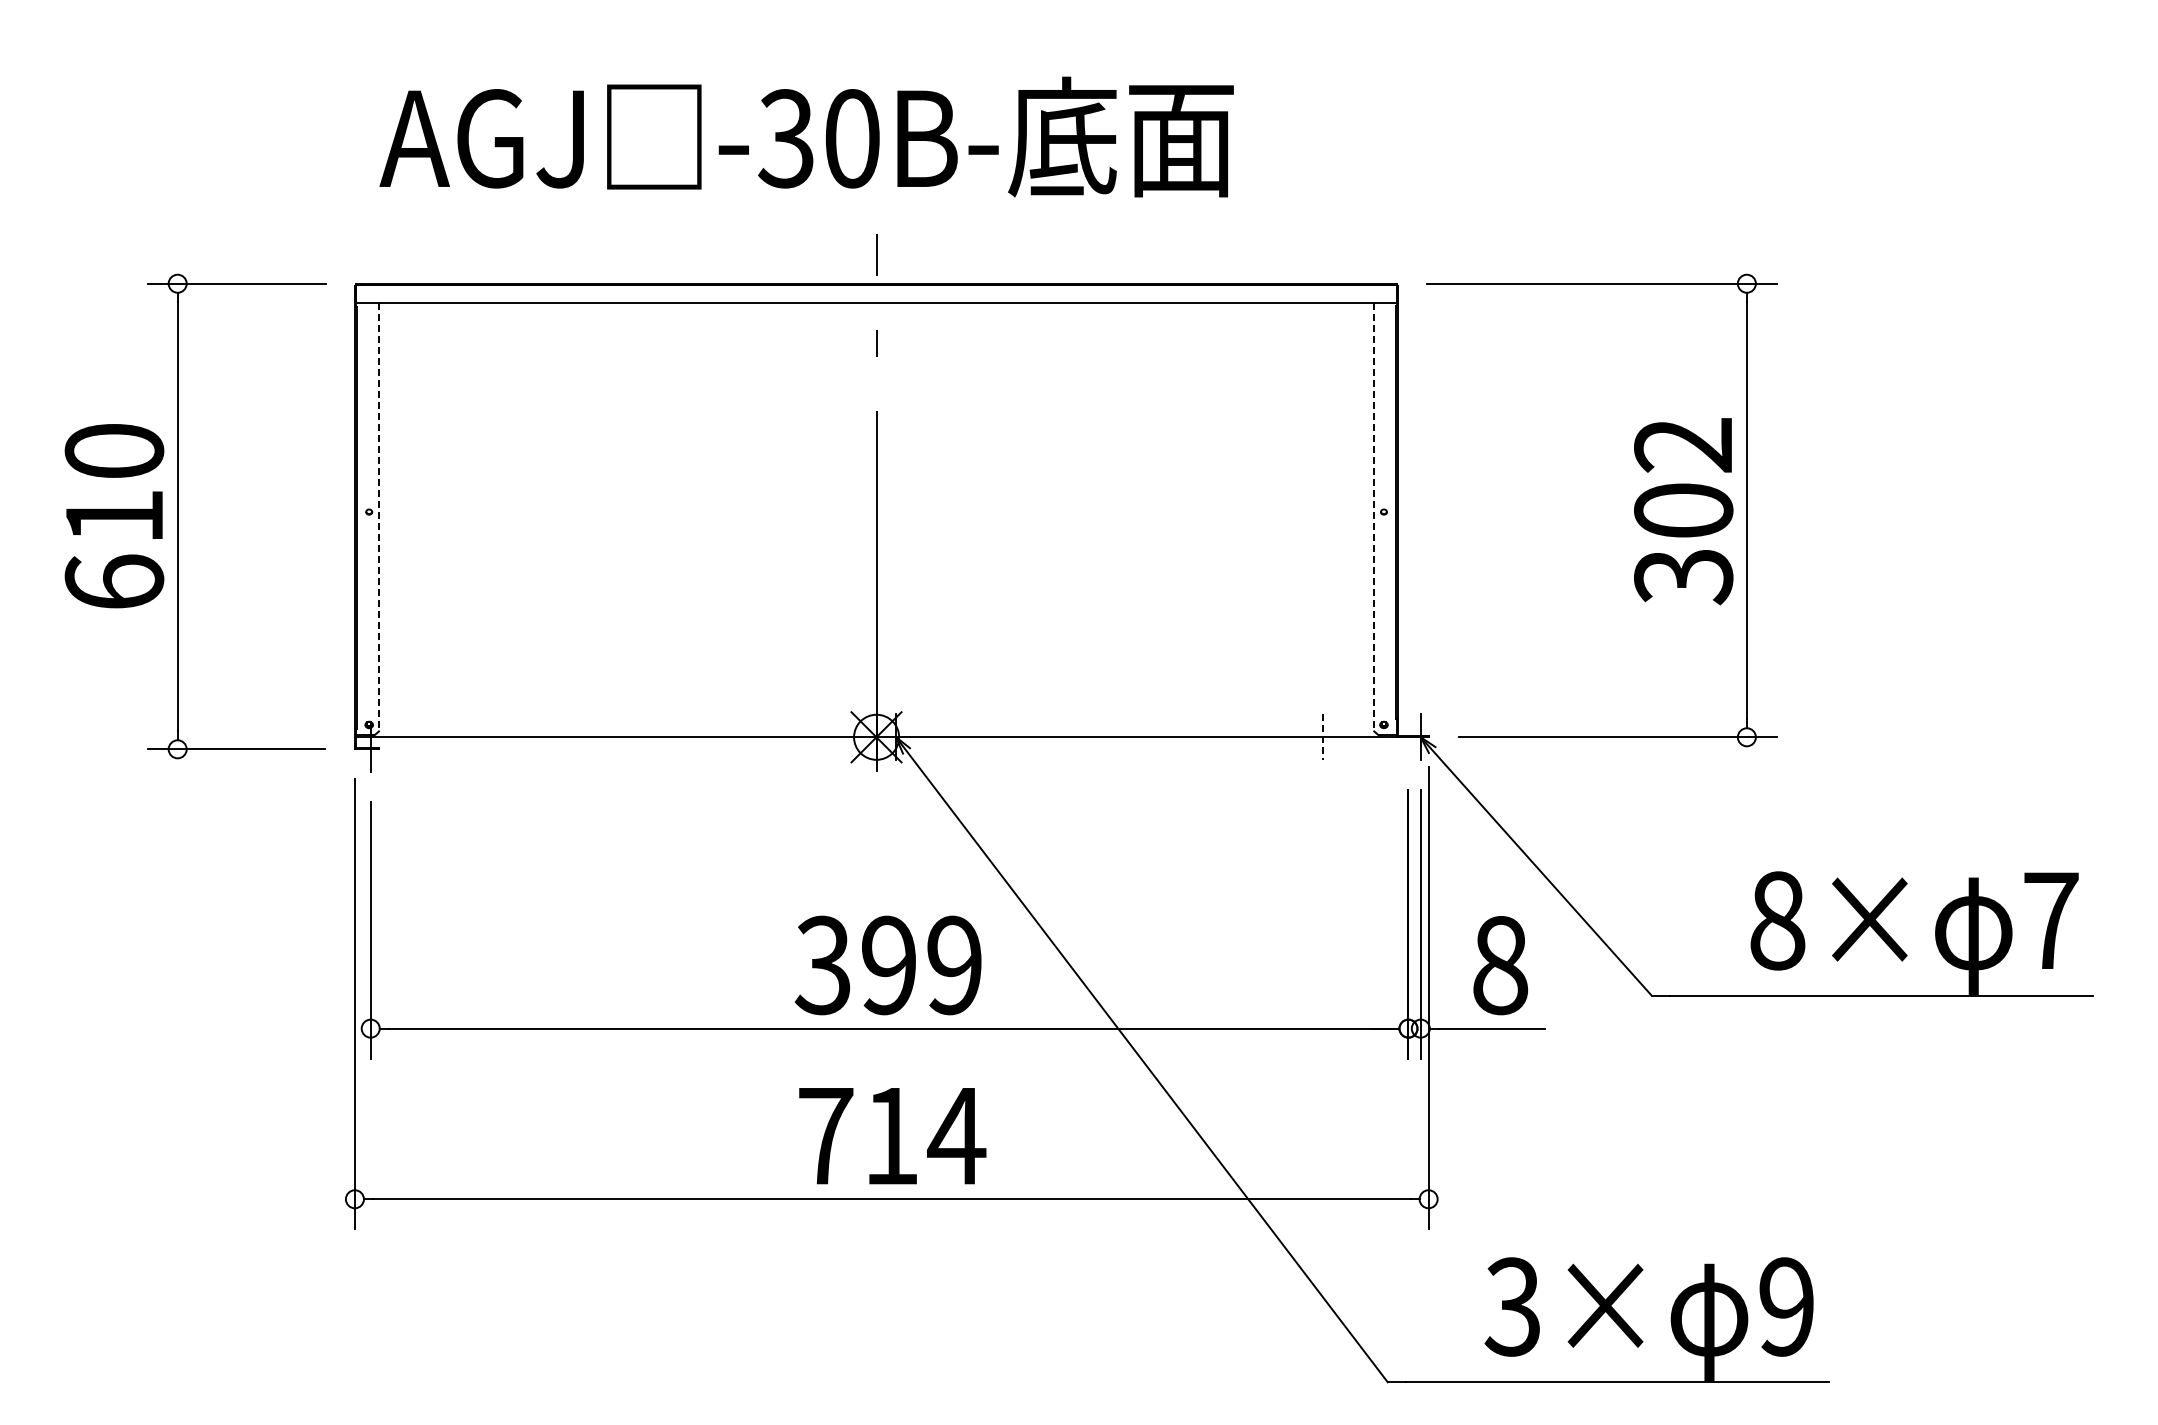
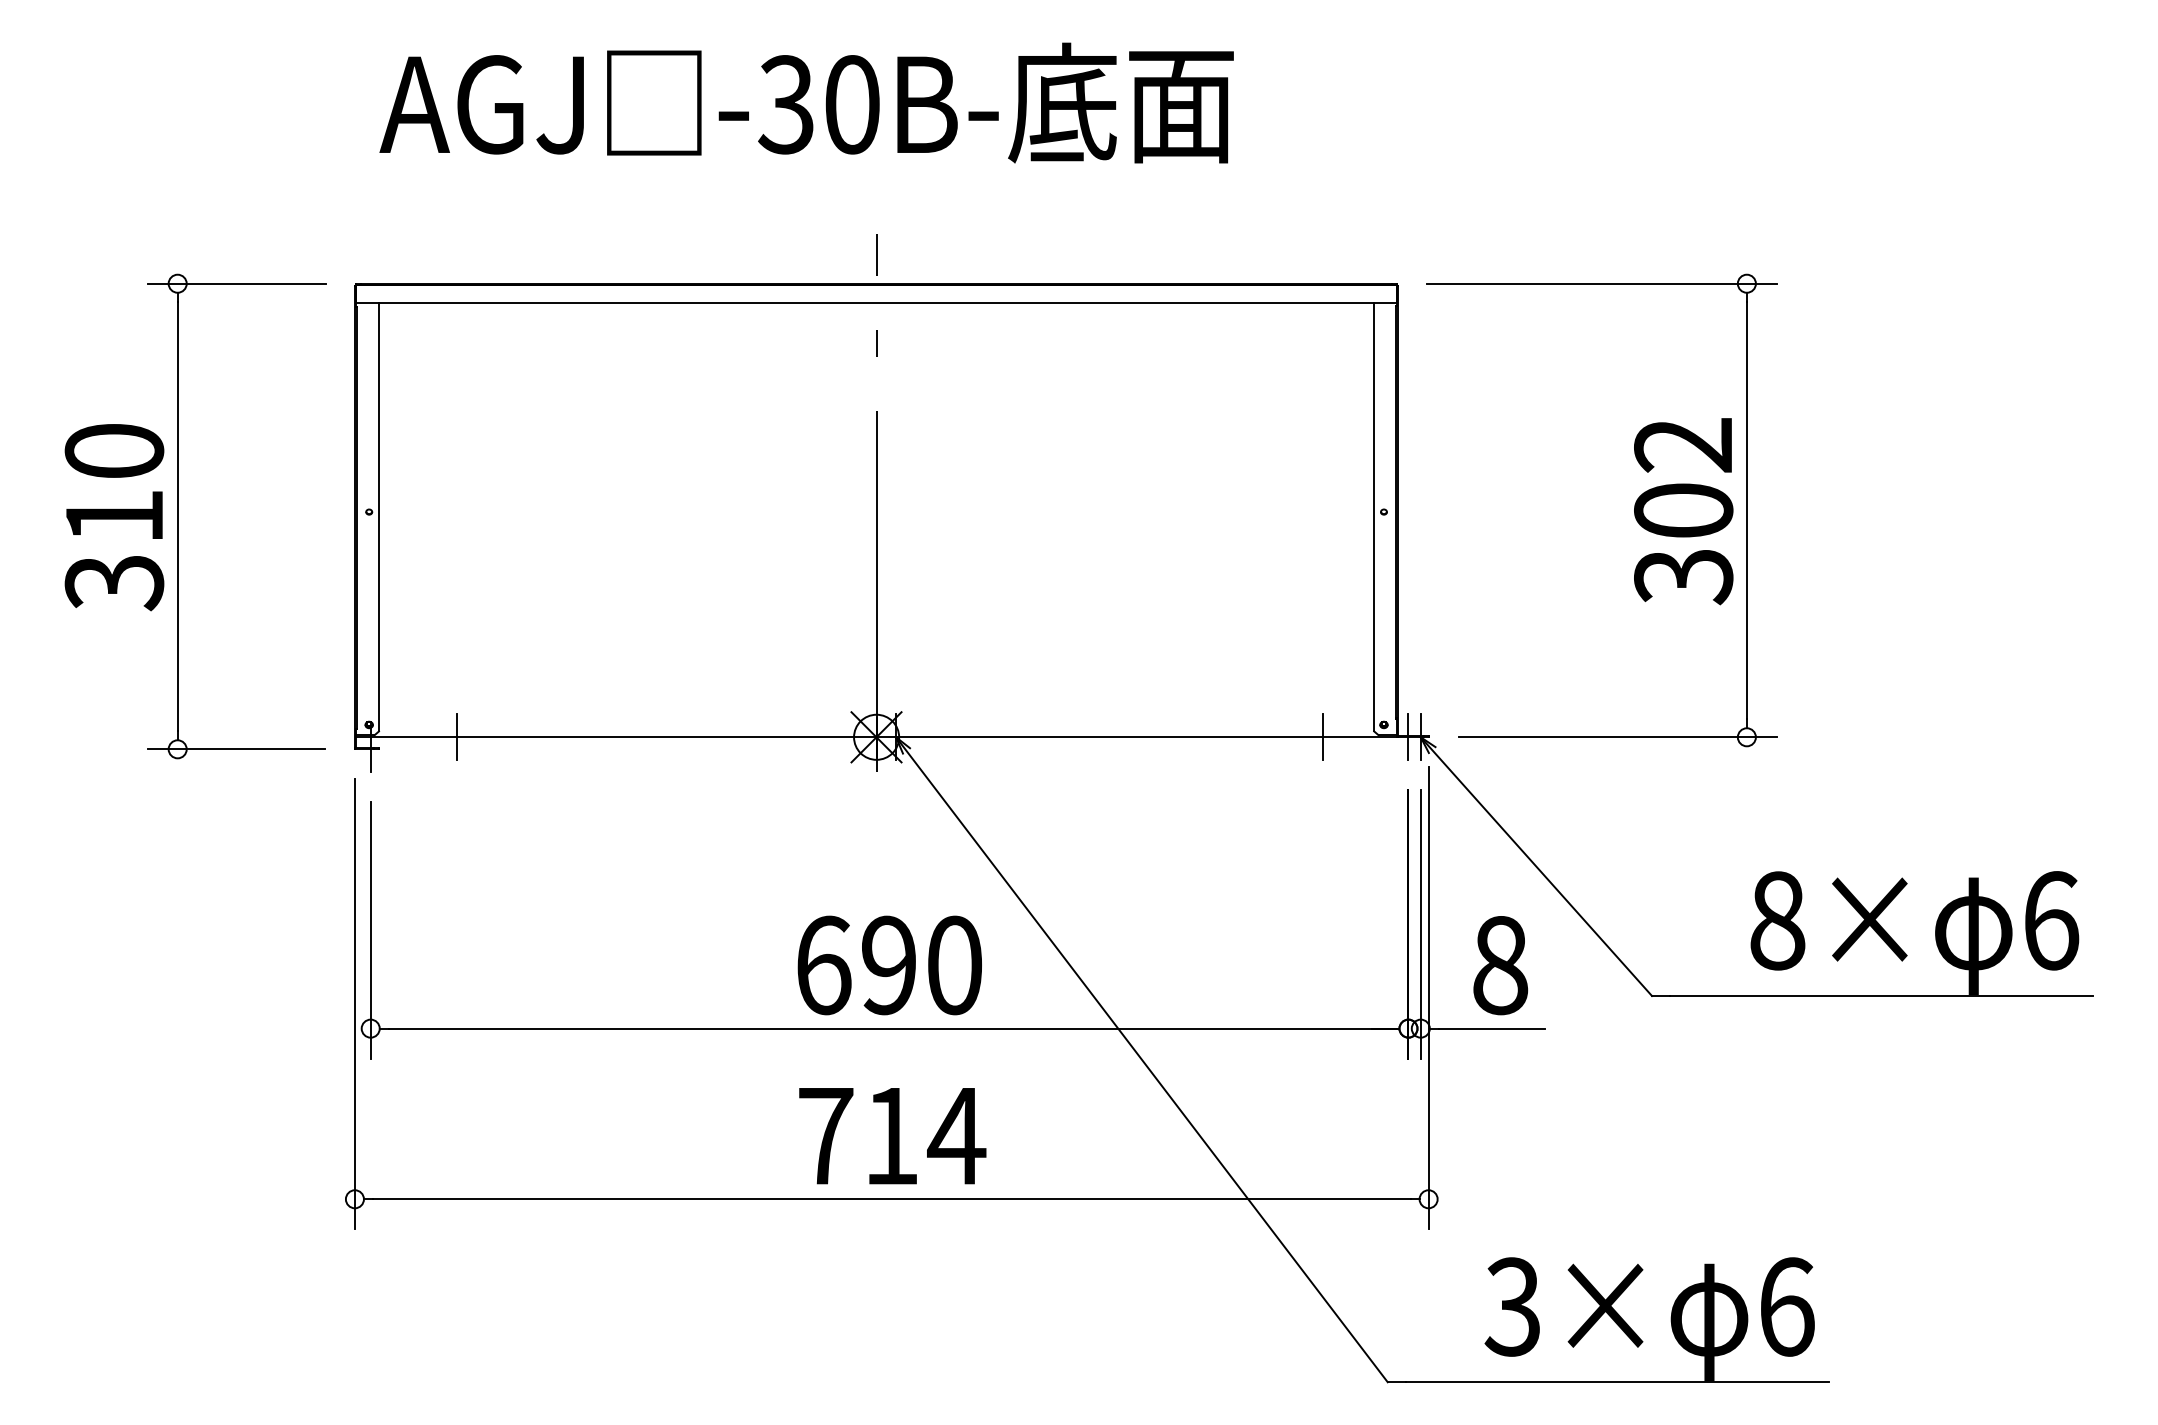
text at (806, 136) position: (806, 136) -> (806, 102)
line at (378, 517): dashed -> solid
line at (1374, 517): dashed -> solid
text at (114, 582): 610 -> 310
line at (457, 736): none -> present
line at (1408, 736): none -> present
line at (1322, 737): dashed -> solid
text at (2051, 920): 7 -> 6
text at (887, 965): 399 -> 690
text at (1786, 1306): 9 -> 6
